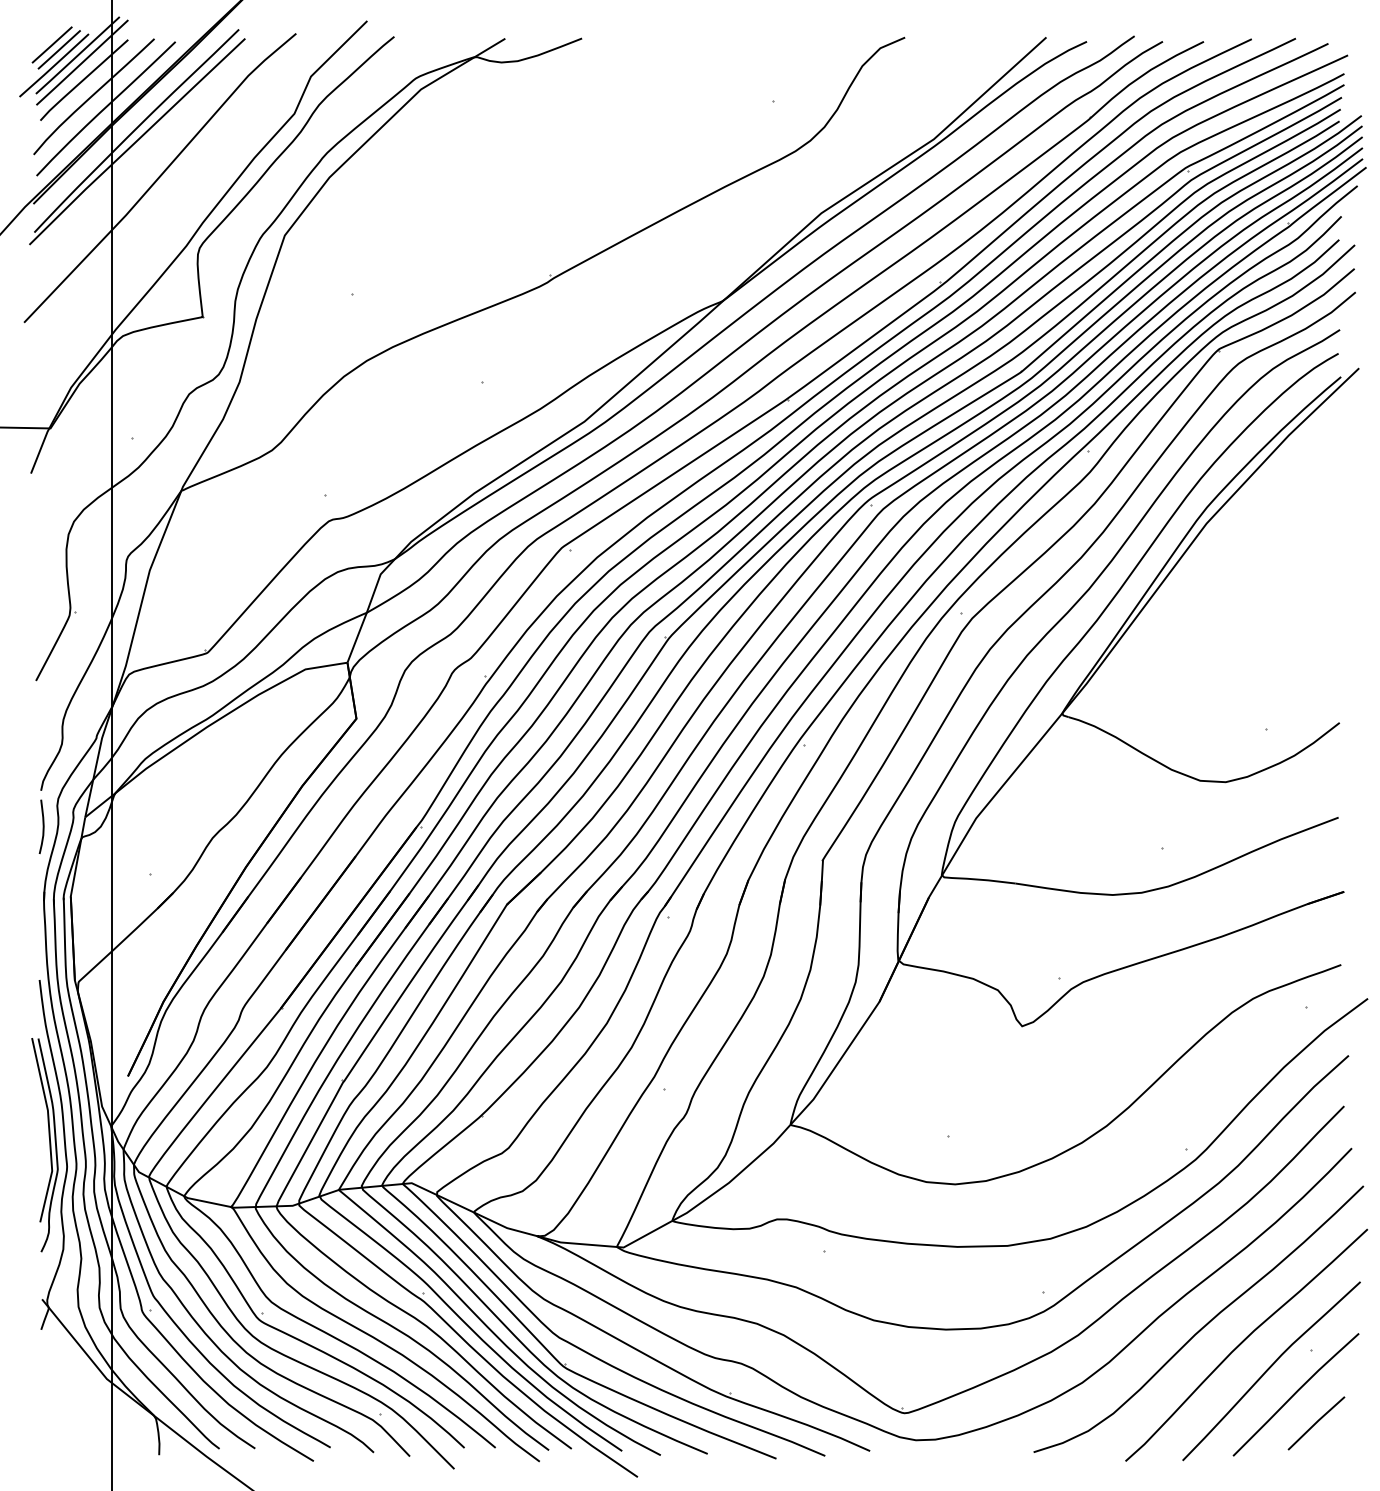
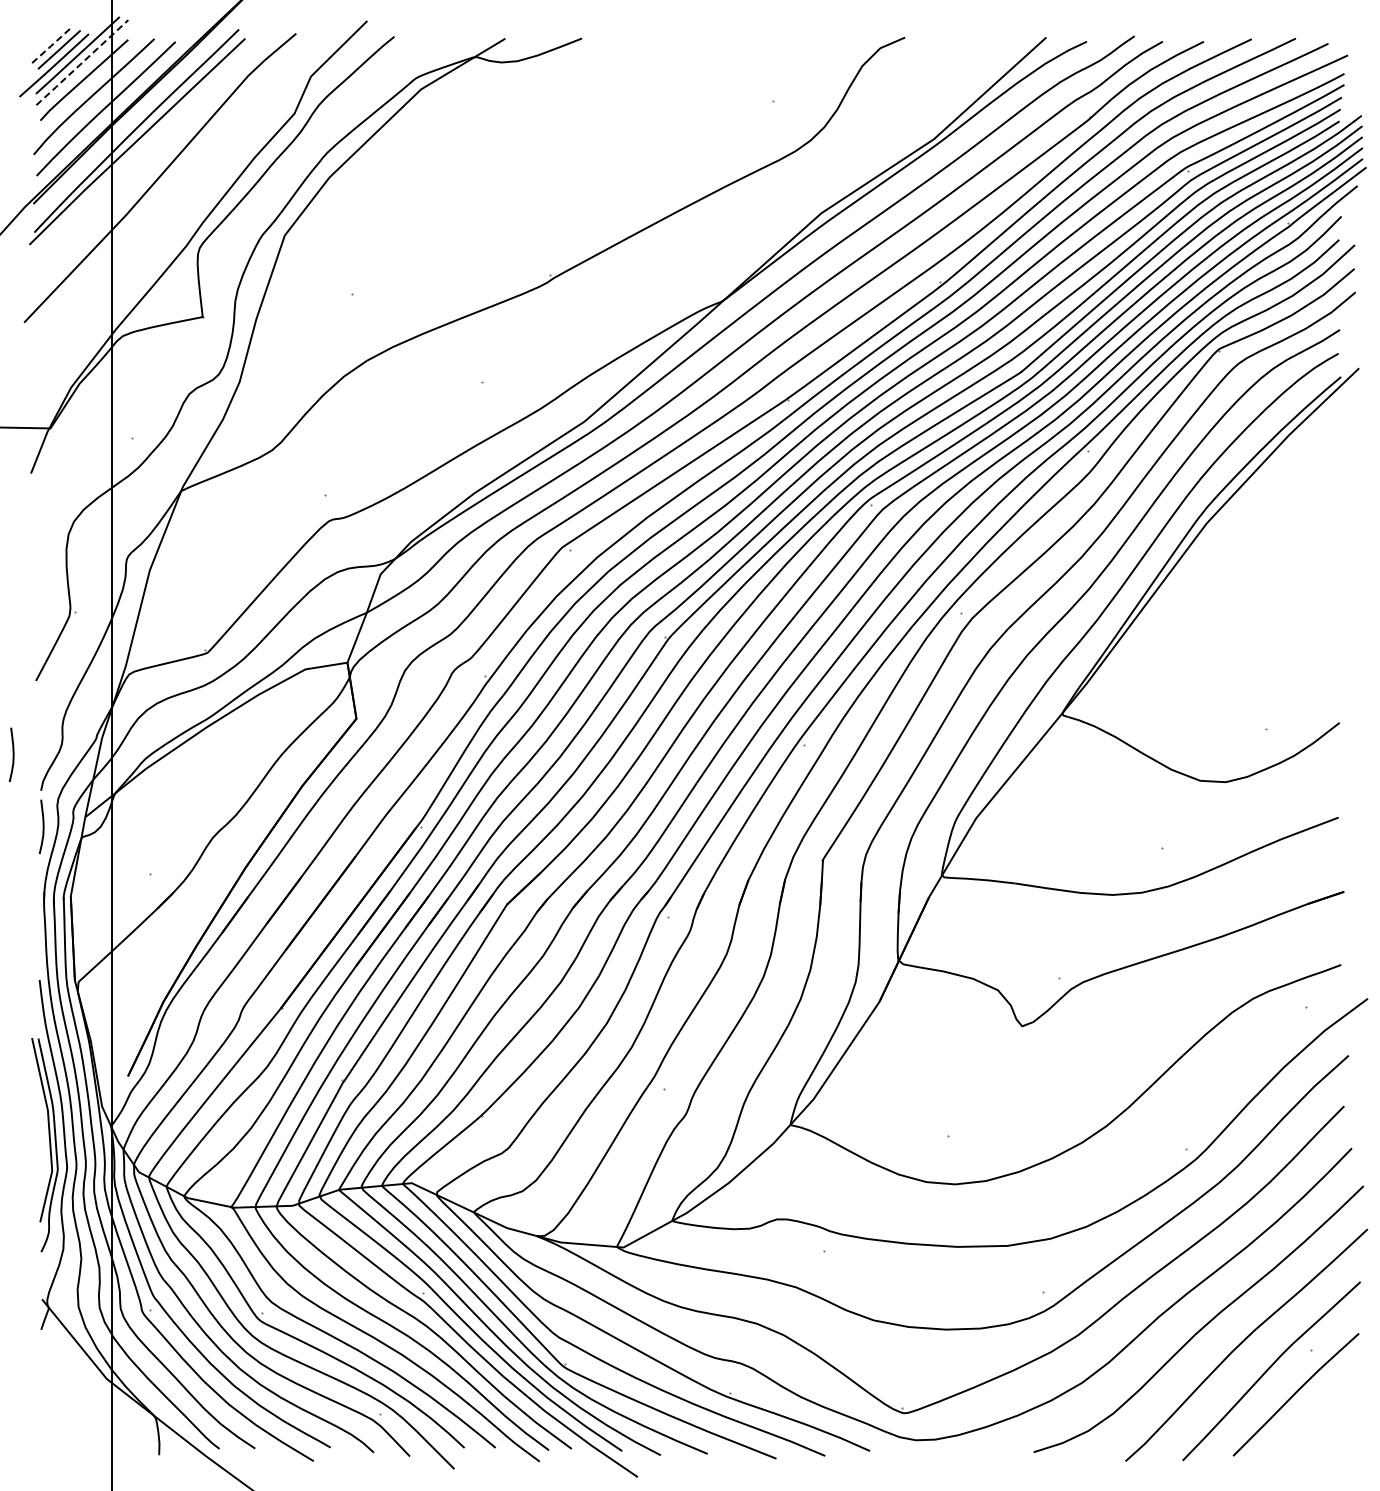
line at (51, 45): solid -> dashed
line at (82, 62): solid -> dashed
curve at (12, 754): none -> present
line at (1316, 1423): present -> none
